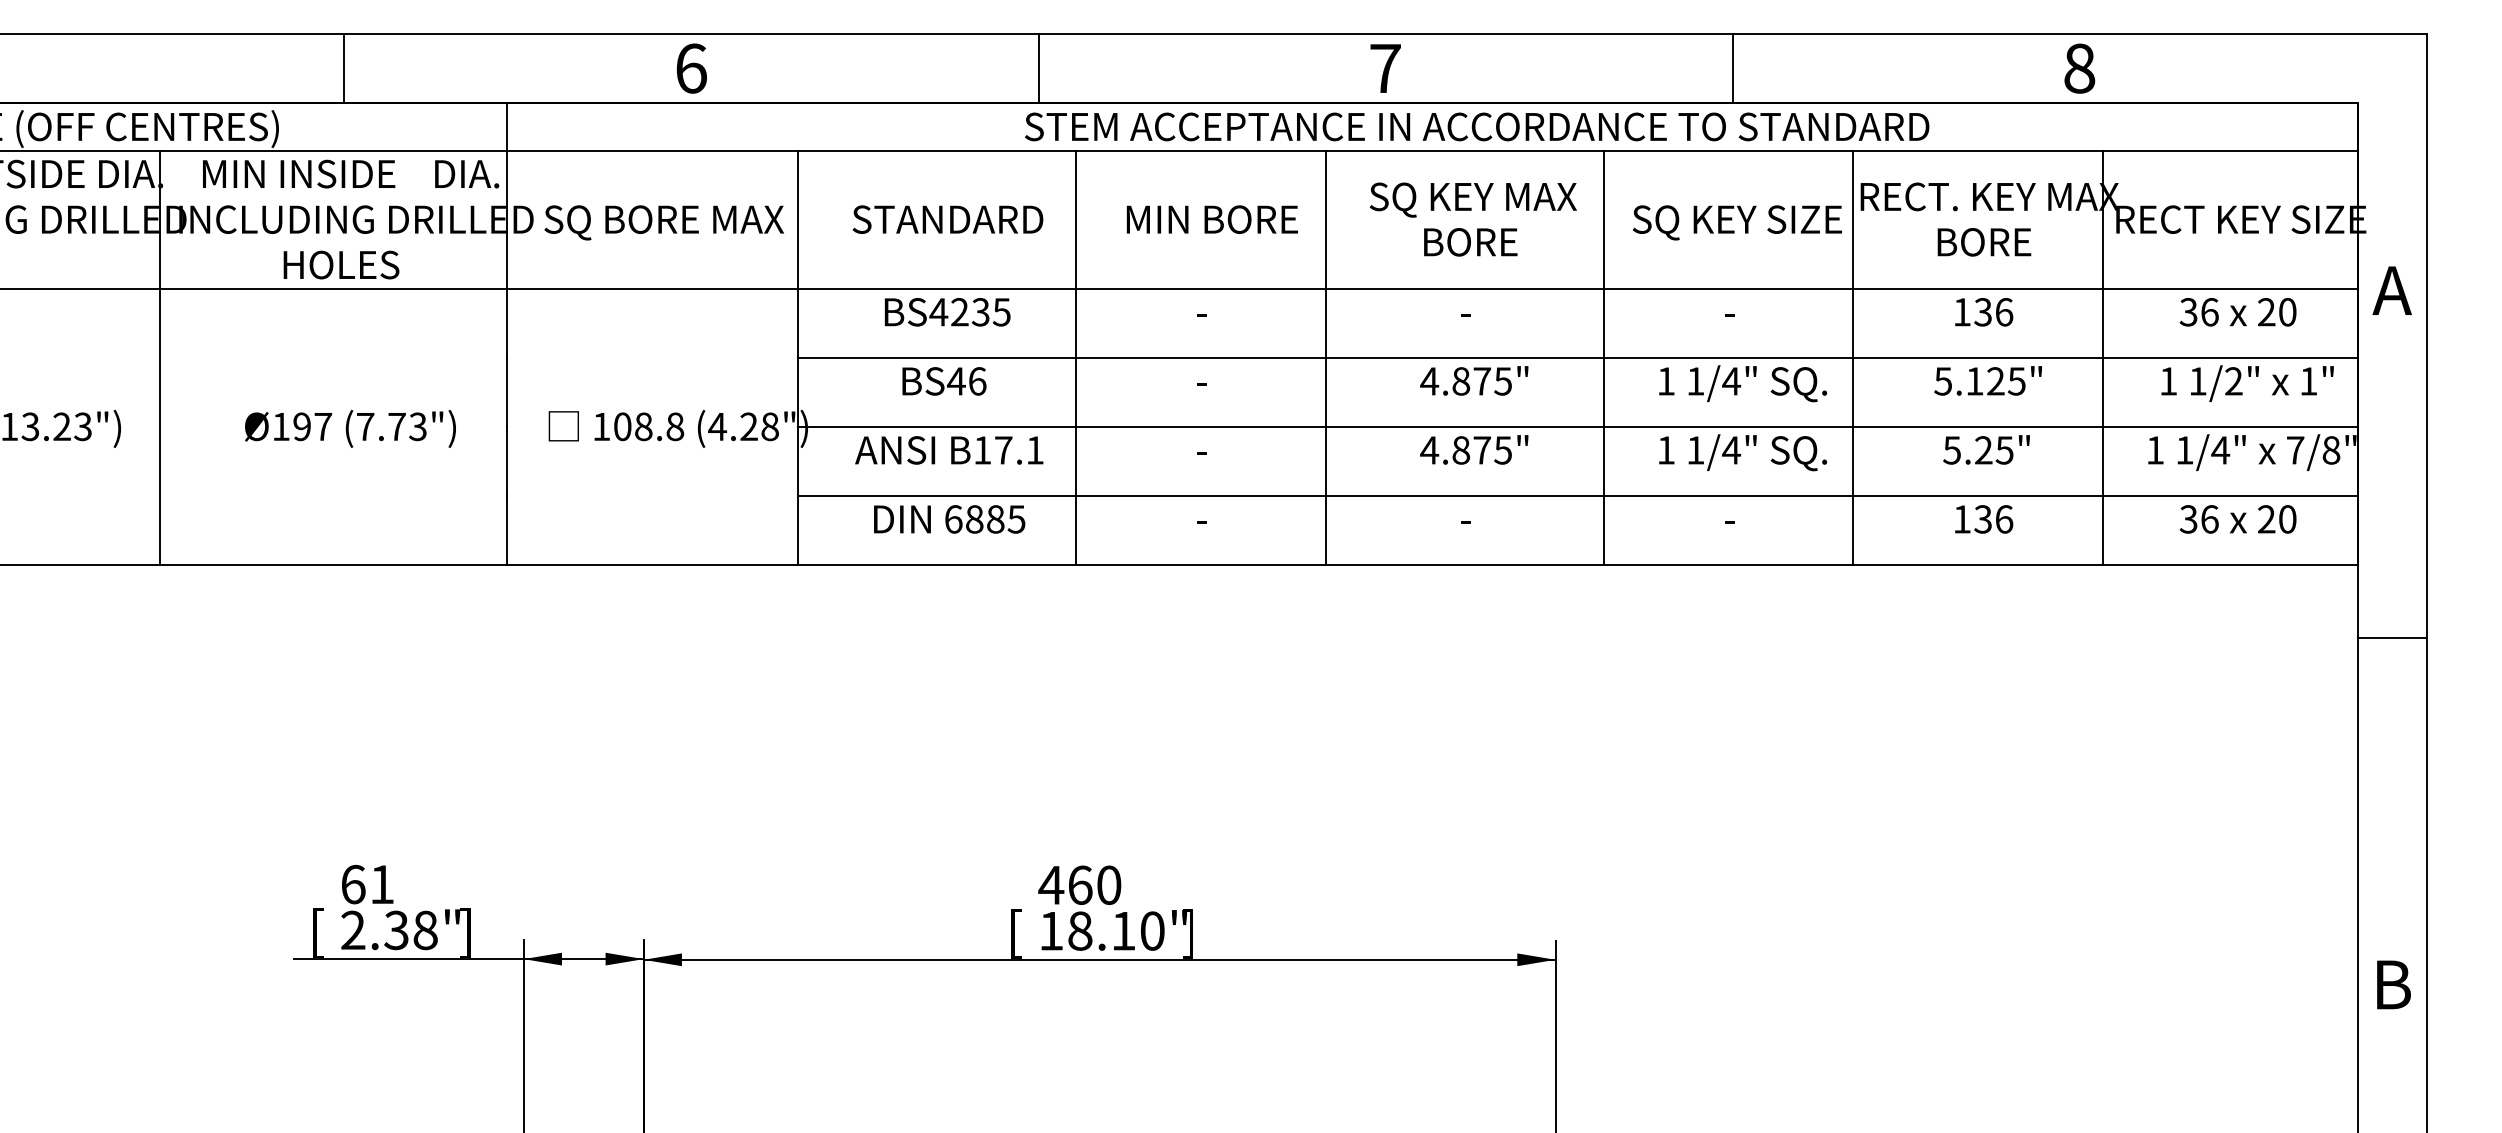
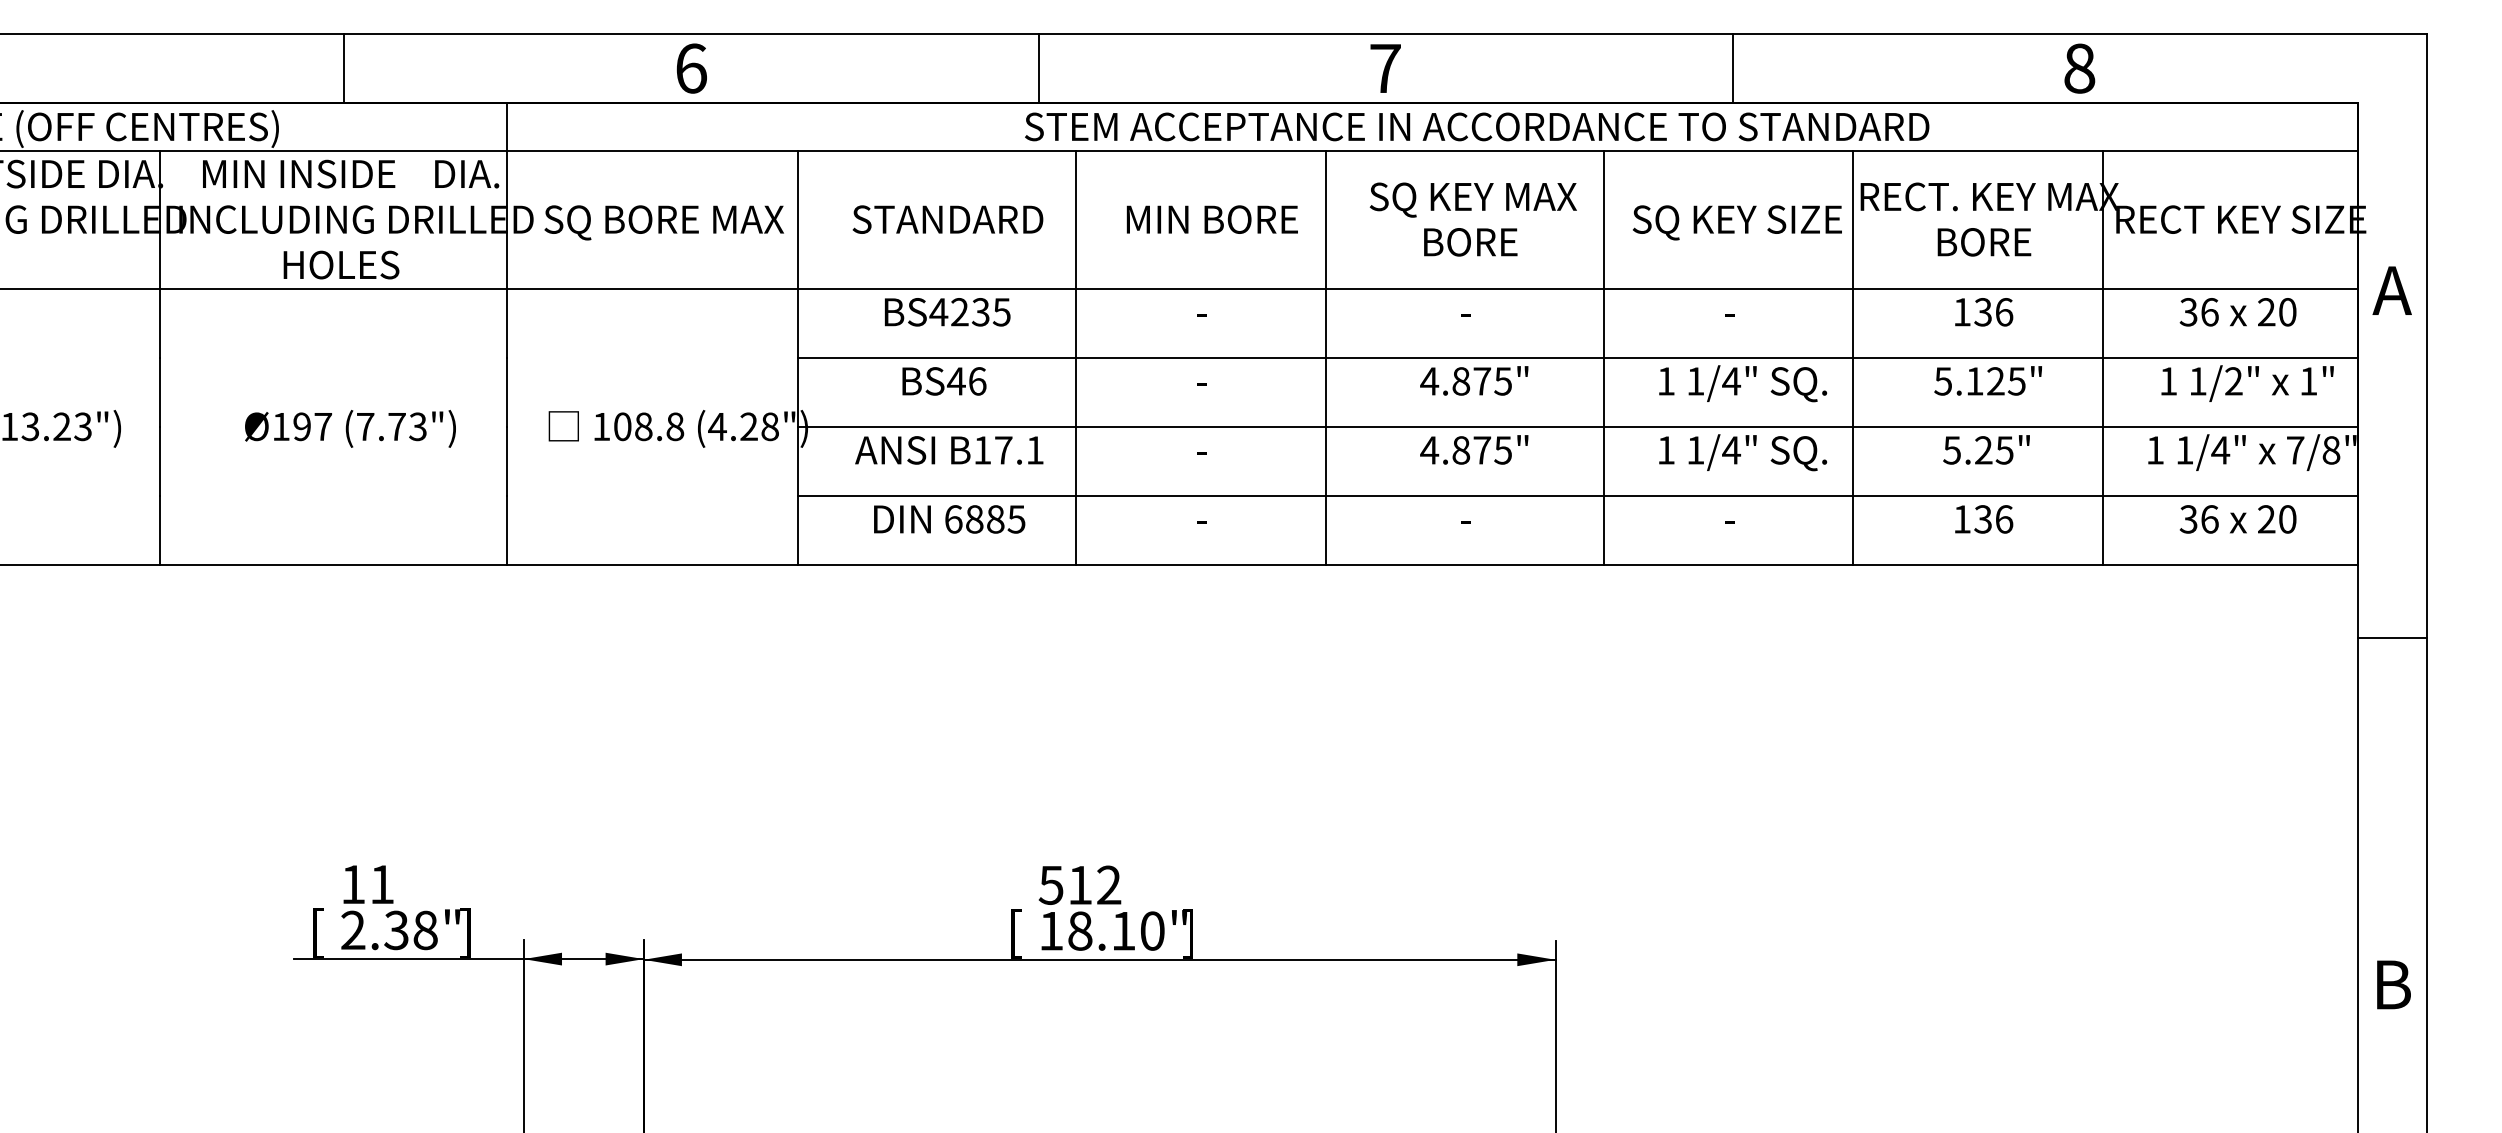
text at (353, 884): 61 -> 11
text at (1079, 884): 460 -> 512
